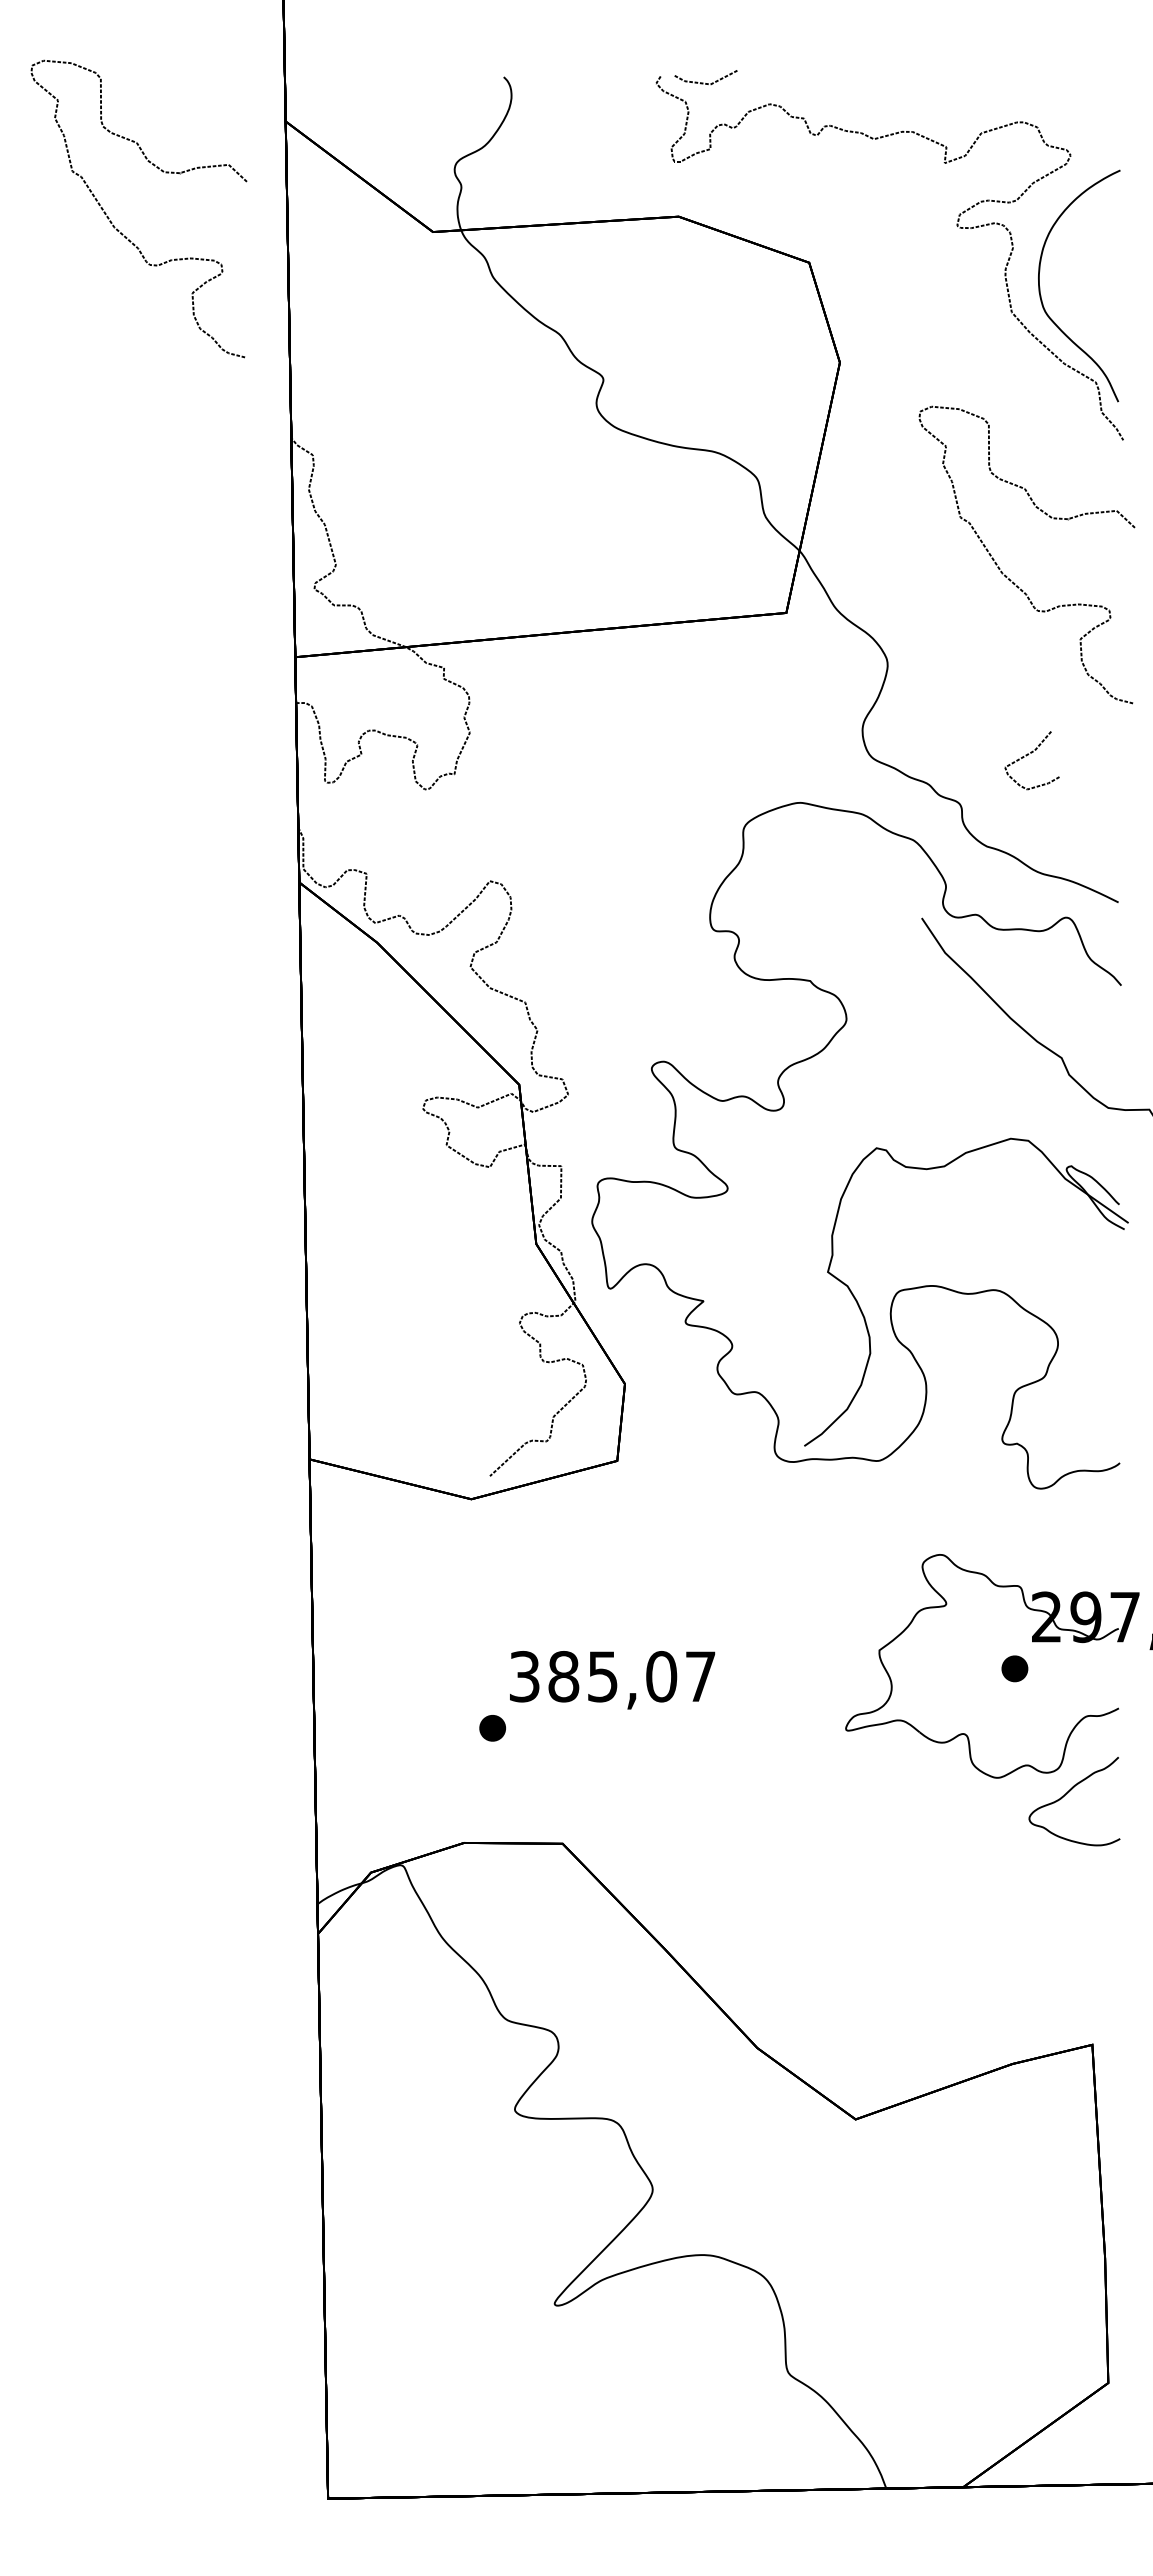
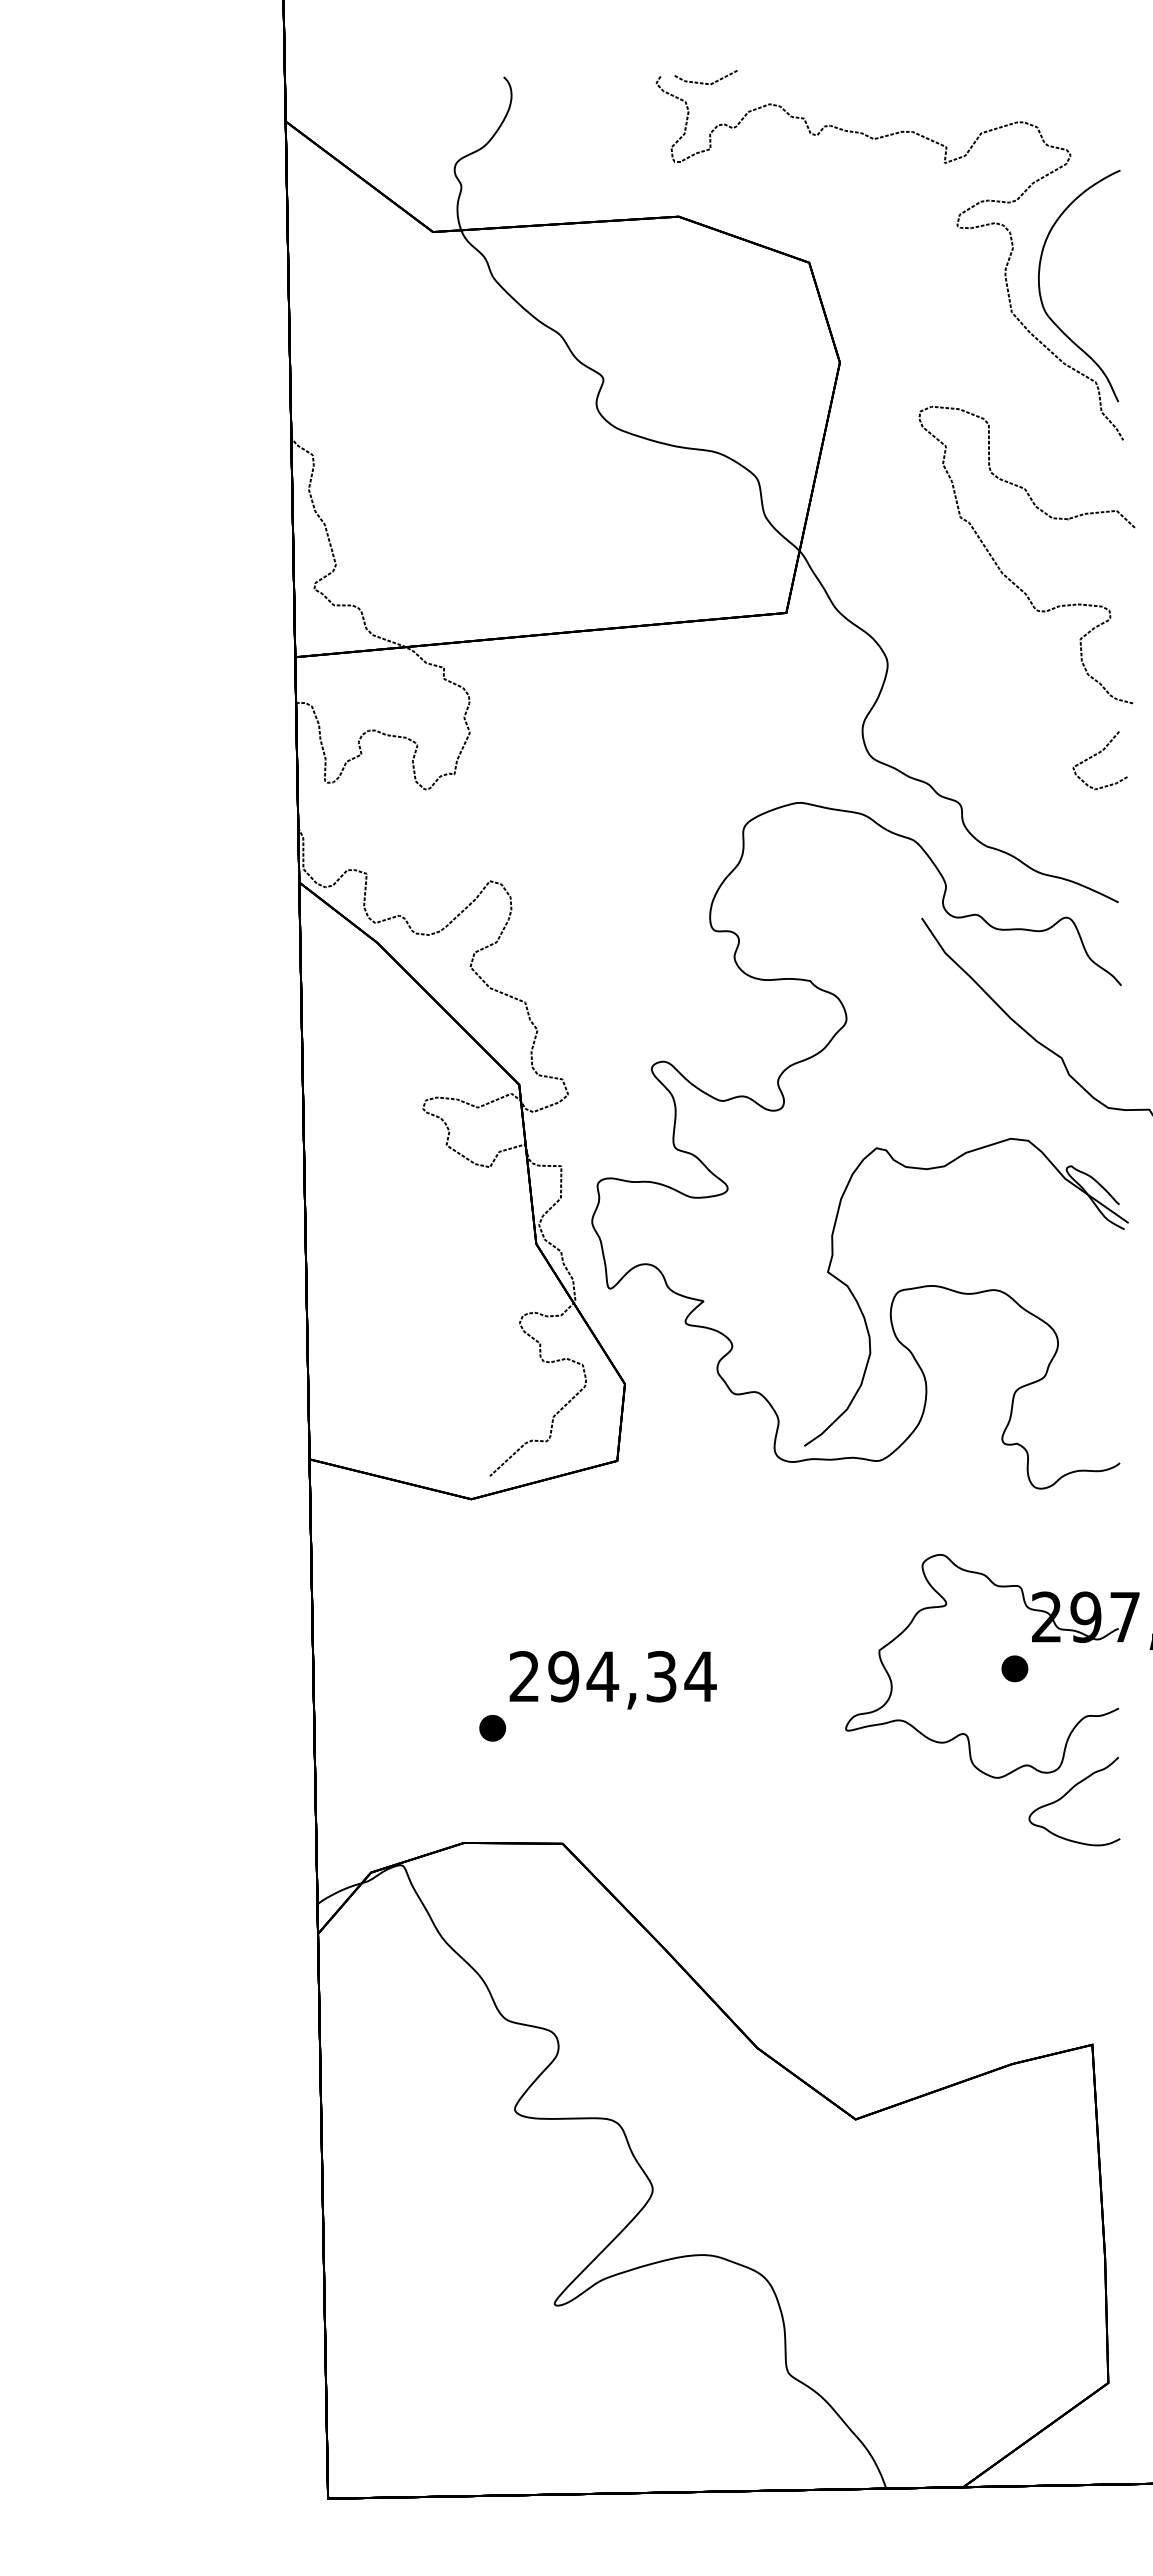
curve at (117, 228): present -> none
curve at (1028, 755) position: (1028, 755) -> (1096, 755)
text at (612, 1676): 385,07 -> 294,34
